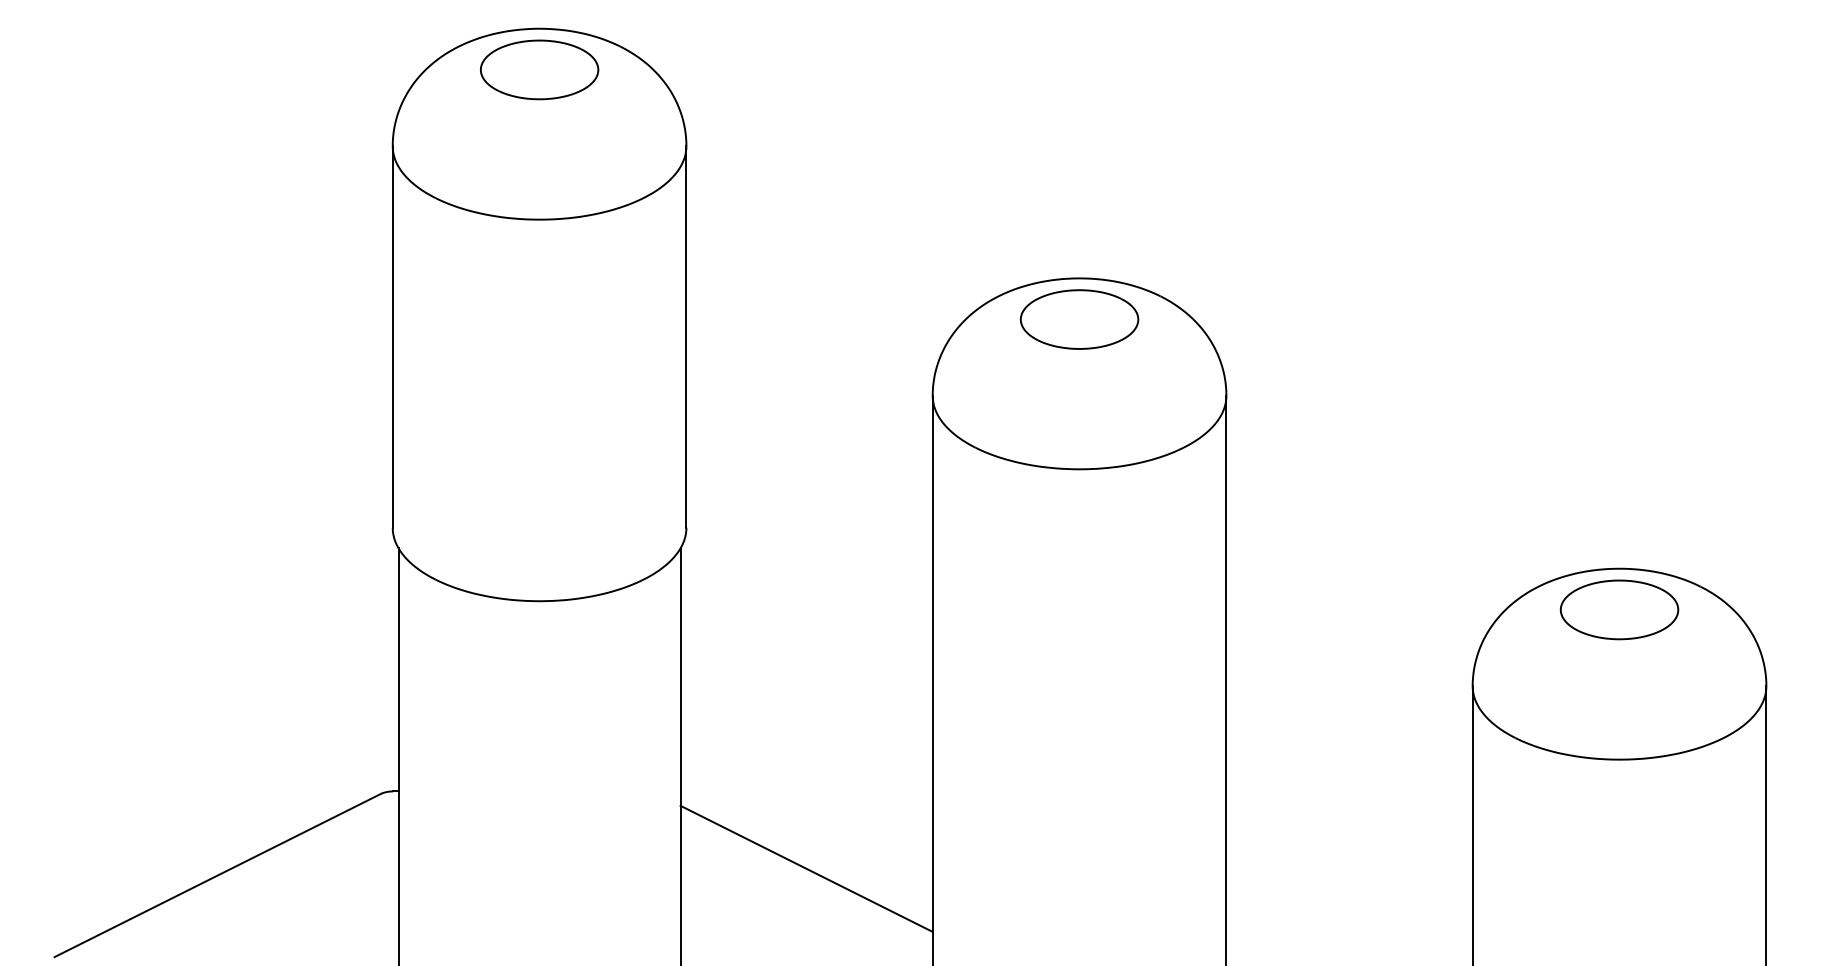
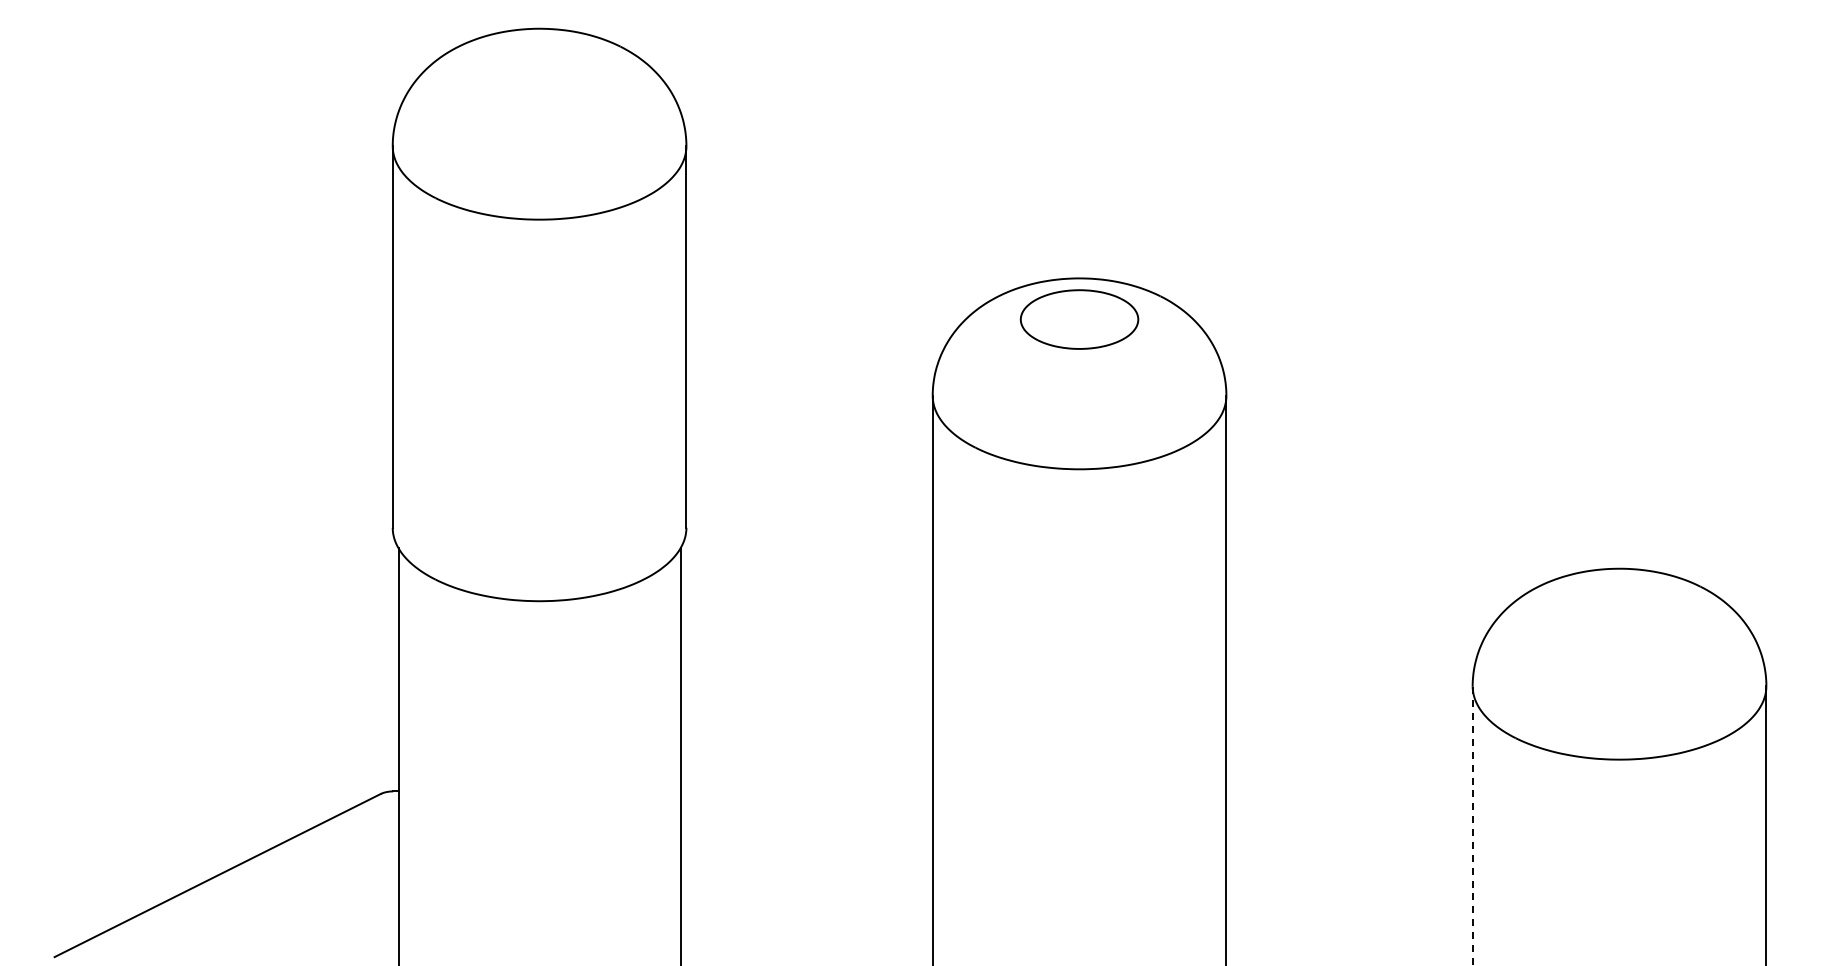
part at (539, 69): present -> none
part at (1619, 609): present -> none
line at (1472, 826): solid -> dashed
line at (806, 868): present -> none
